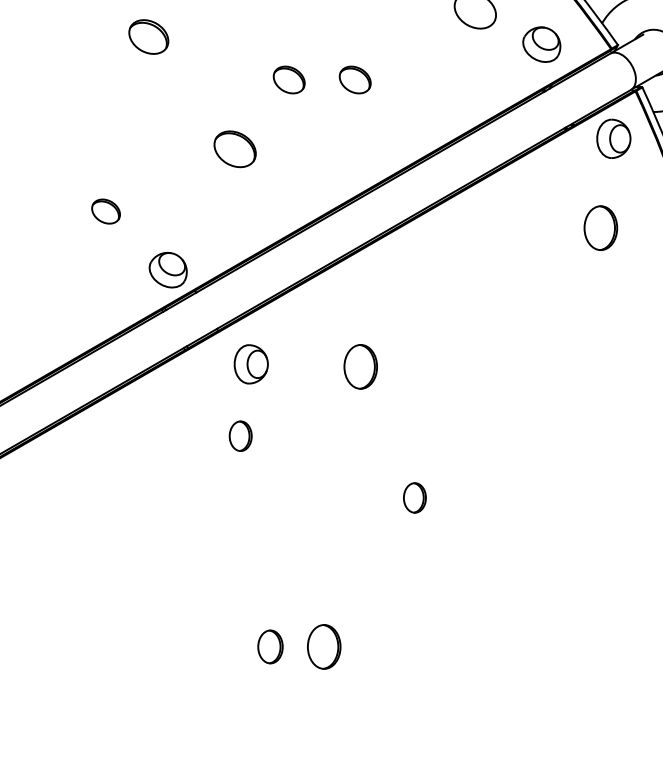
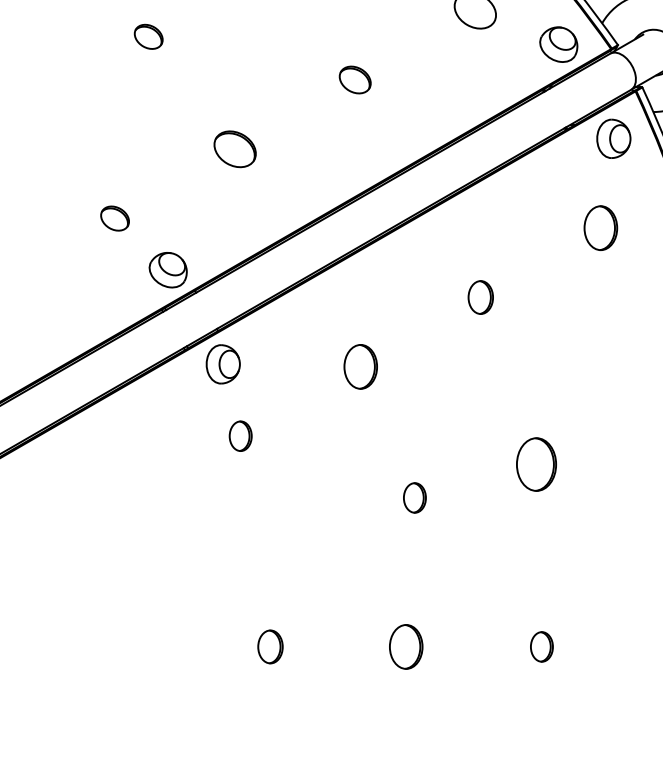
part at (148, 36) size: 42x36 px -> 31x27 px
part at (541, 44) position: (541, 44) -> (558, 44)
part at (288, 79): present -> none
part at (105, 211) position: (105, 211) -> (114, 218)
part at (480, 297): none -> present
part at (250, 364) position: (250, 364) -> (222, 364)
part at (536, 464): none -> present
part at (324, 646) position: (324, 646) -> (406, 646)
part at (541, 646): none -> present
